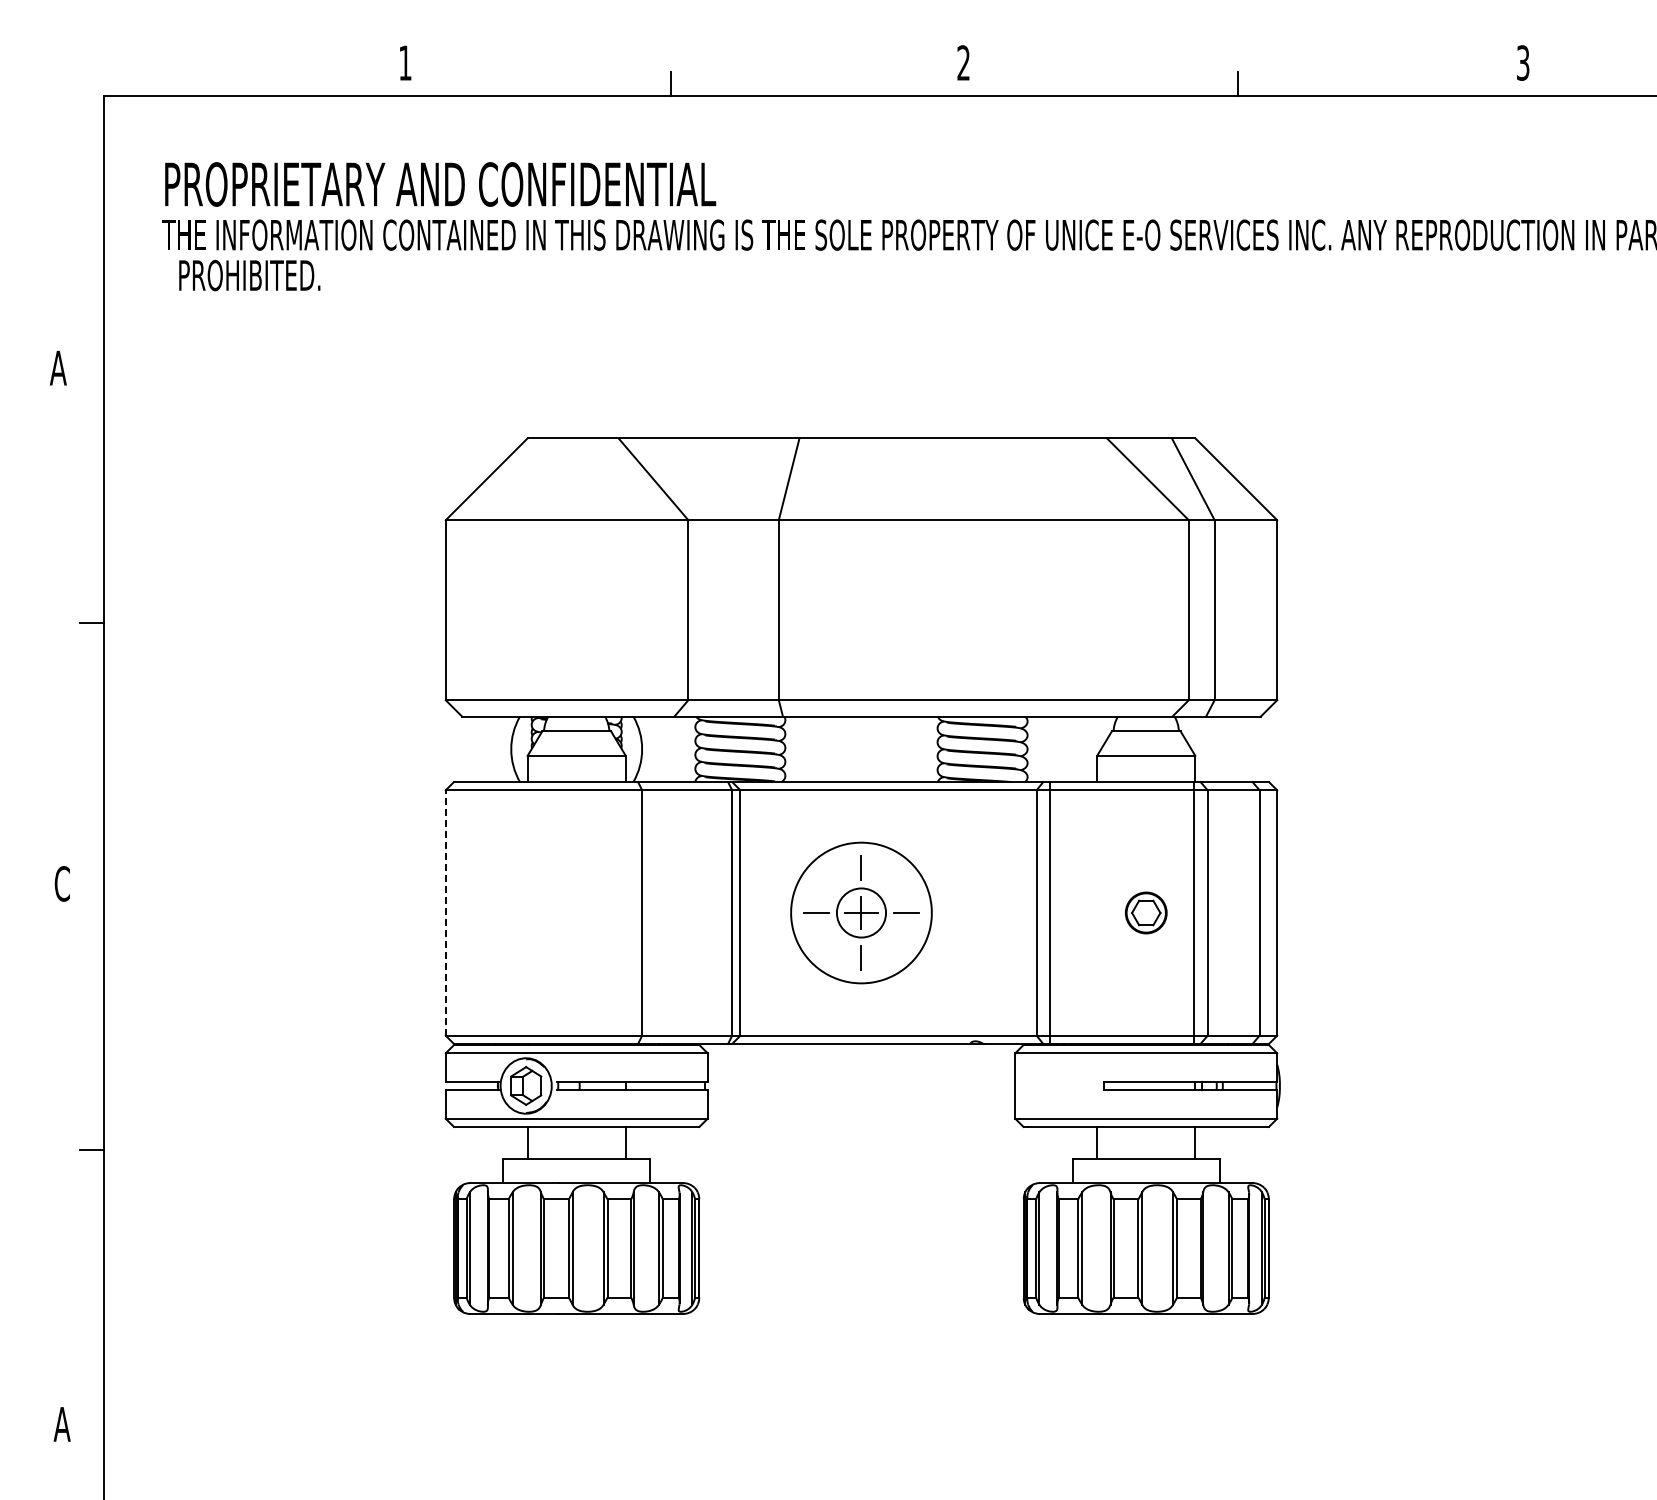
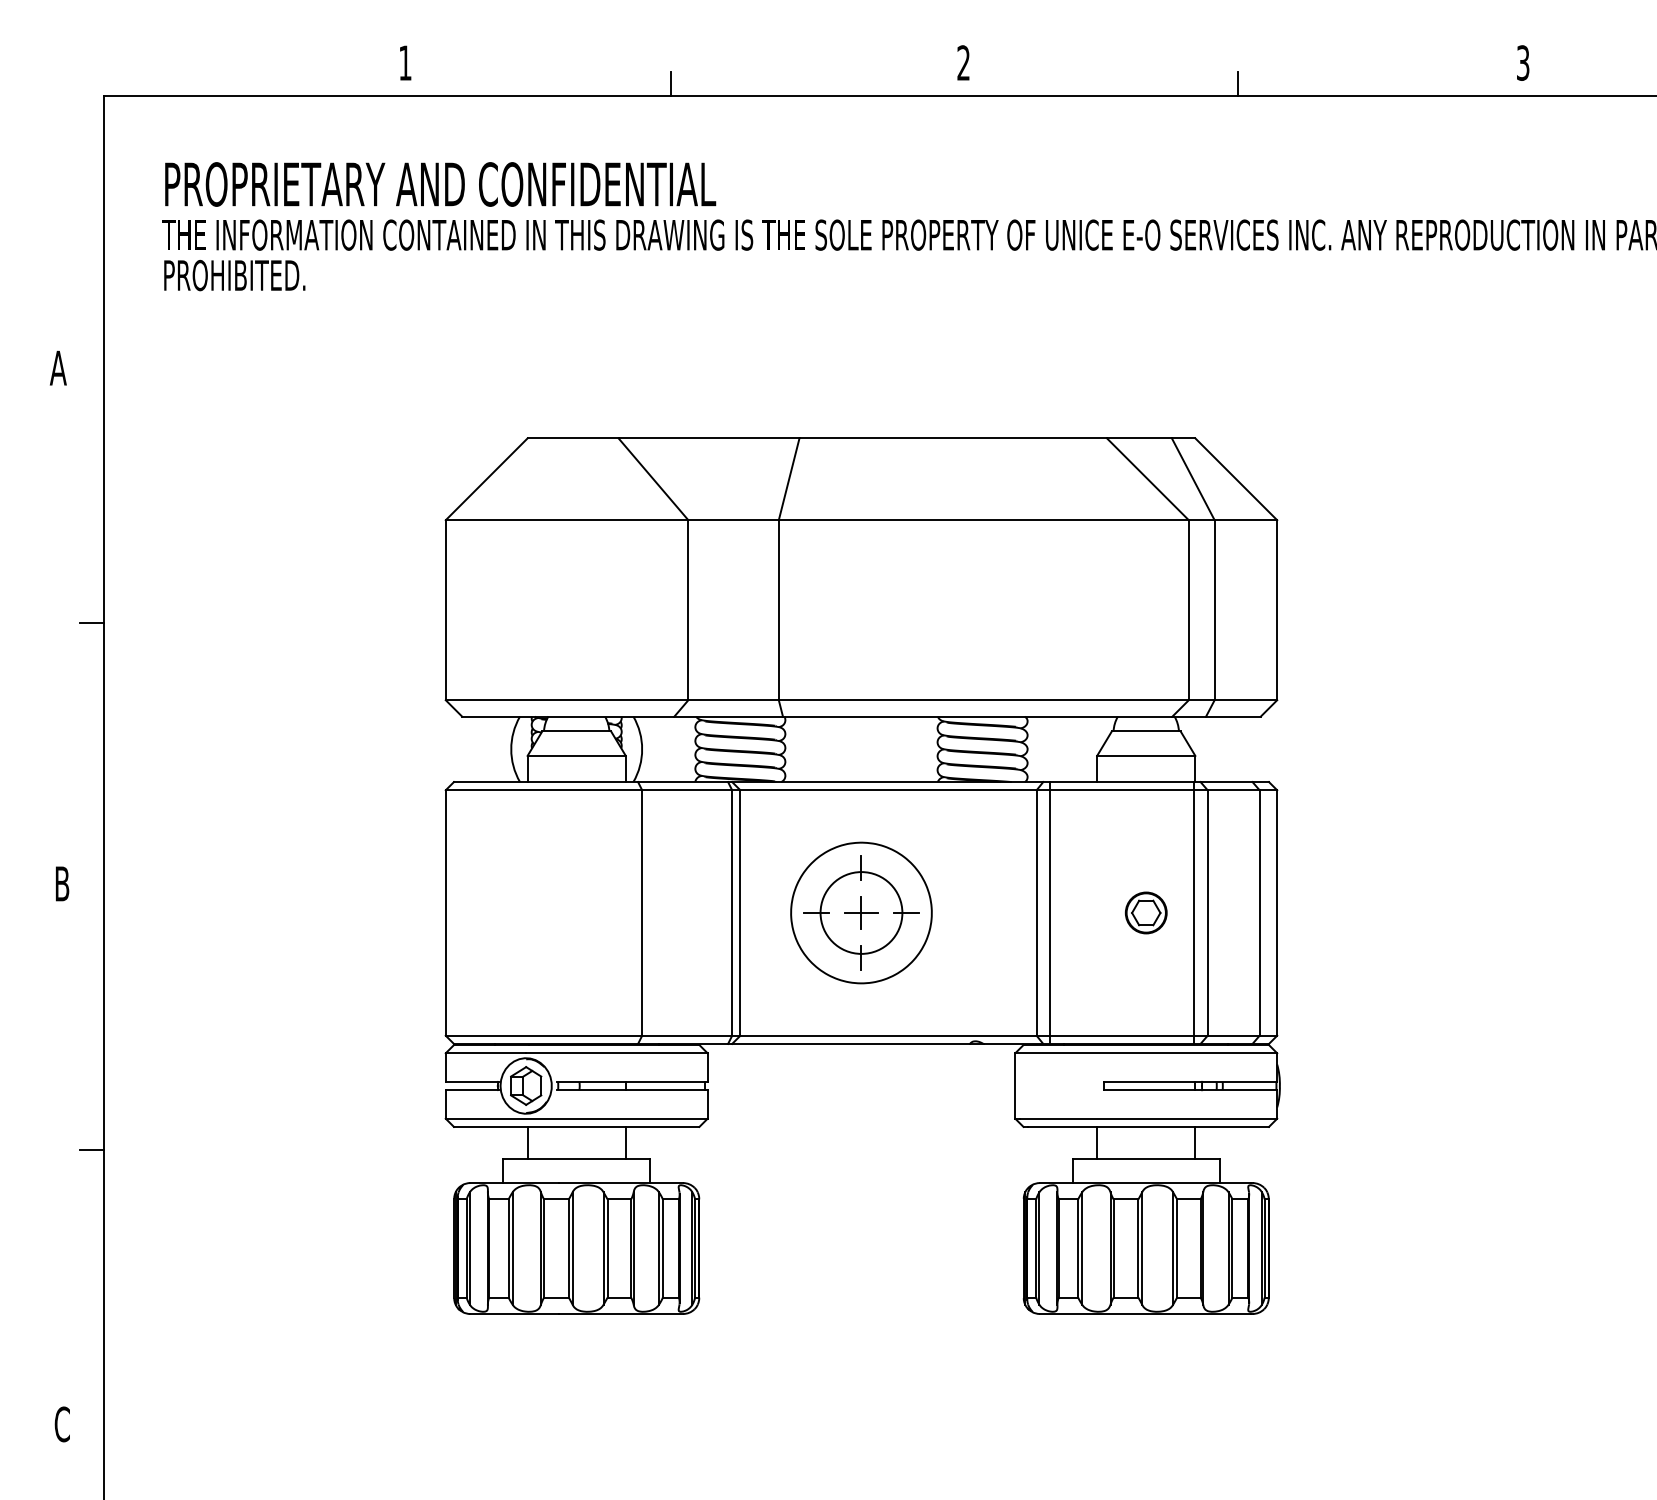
text at (249, 275) position: (249, 275) -> (234, 275)
text at (61, 883): C -> B
circle at (861, 912) diameter: 49 px -> 82 px
line at (445, 913): dashed -> solid
text at (61, 1424): A -> C
